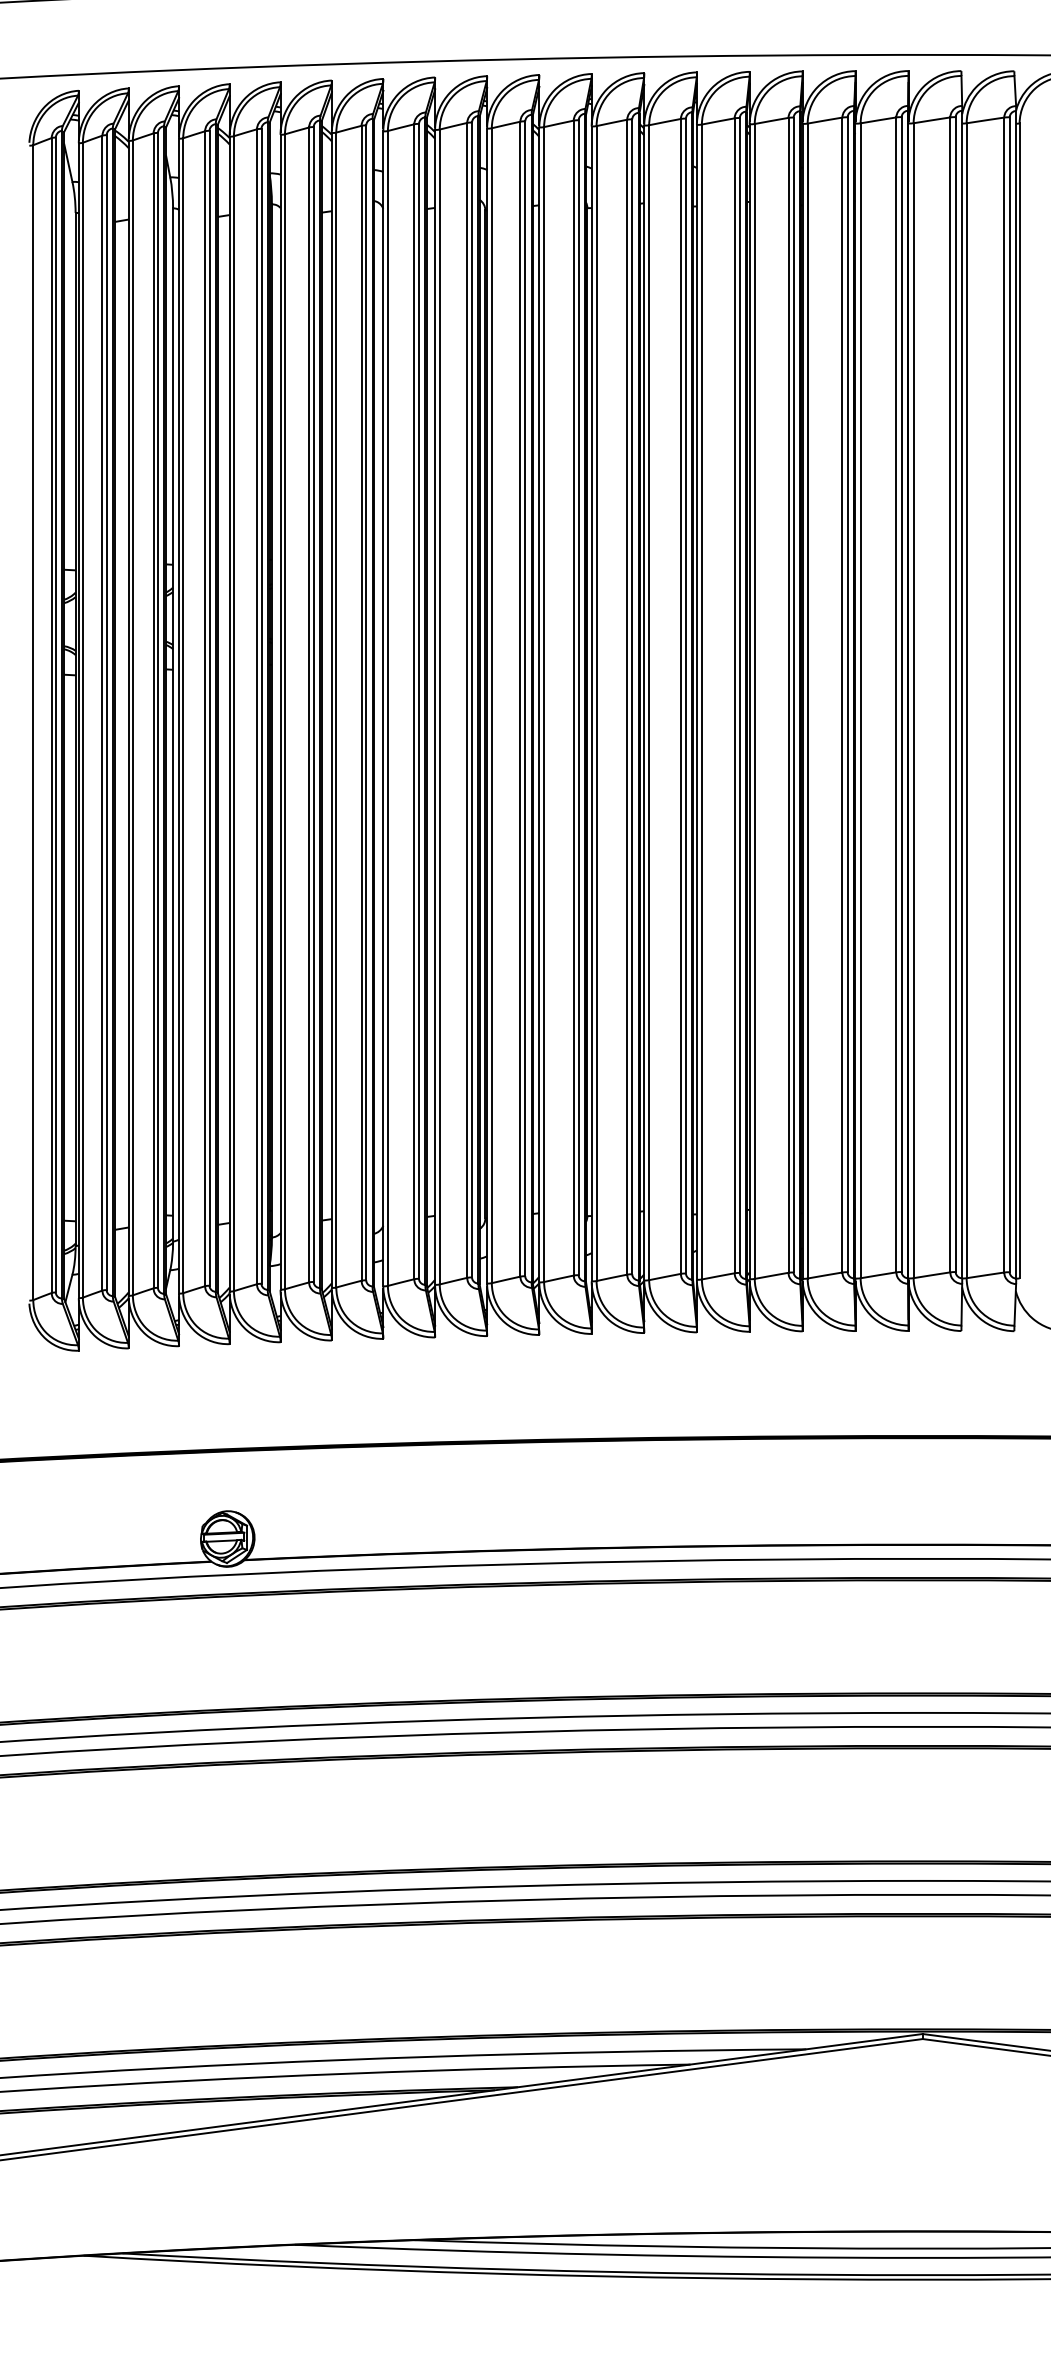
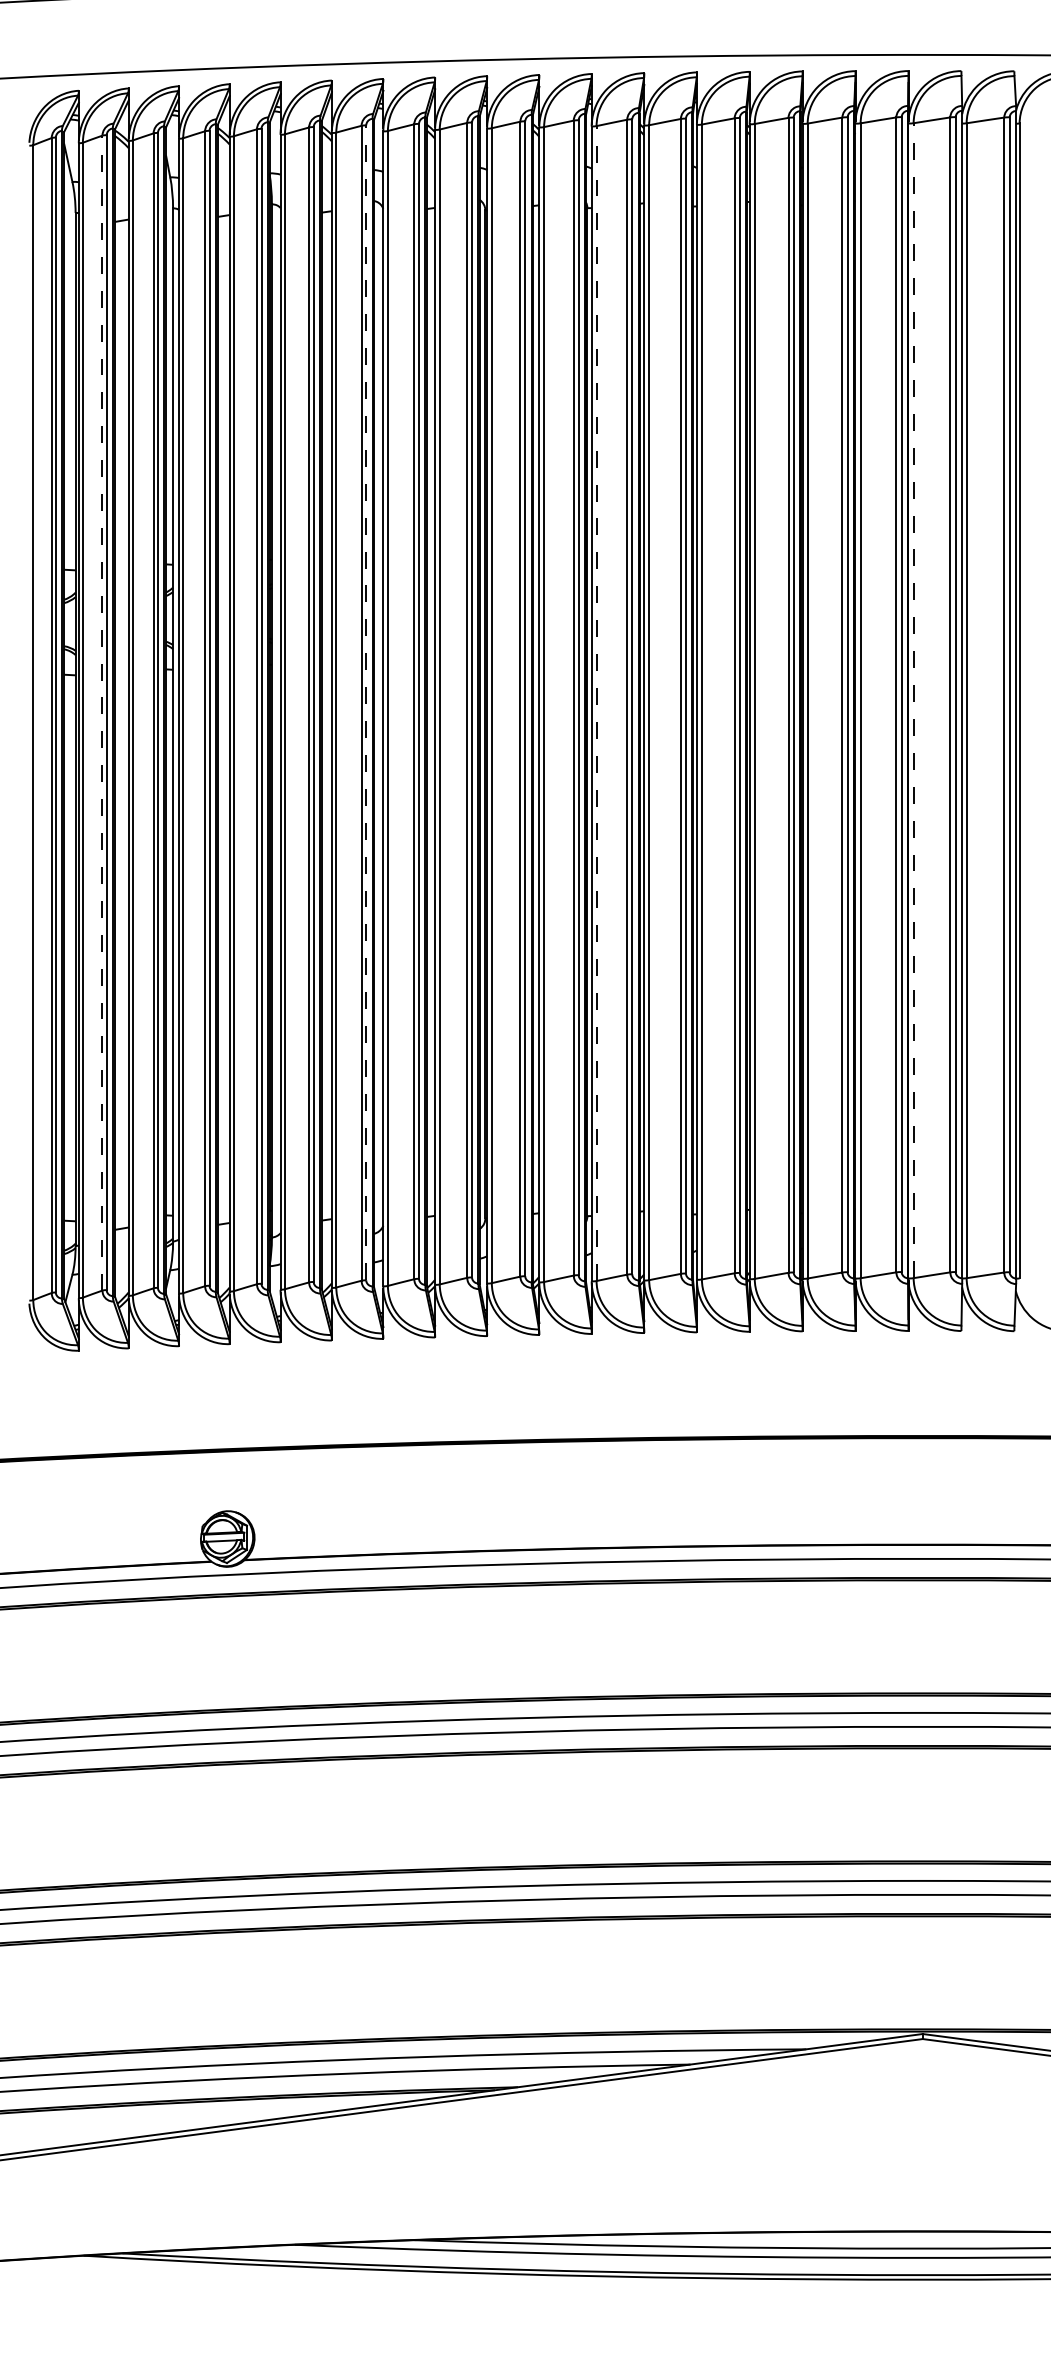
line at (913, 700): solid -> dashed
line at (366, 702): solid -> dashed
line at (596, 703): solid -> dashed
line at (102, 712): solid -> dashed
